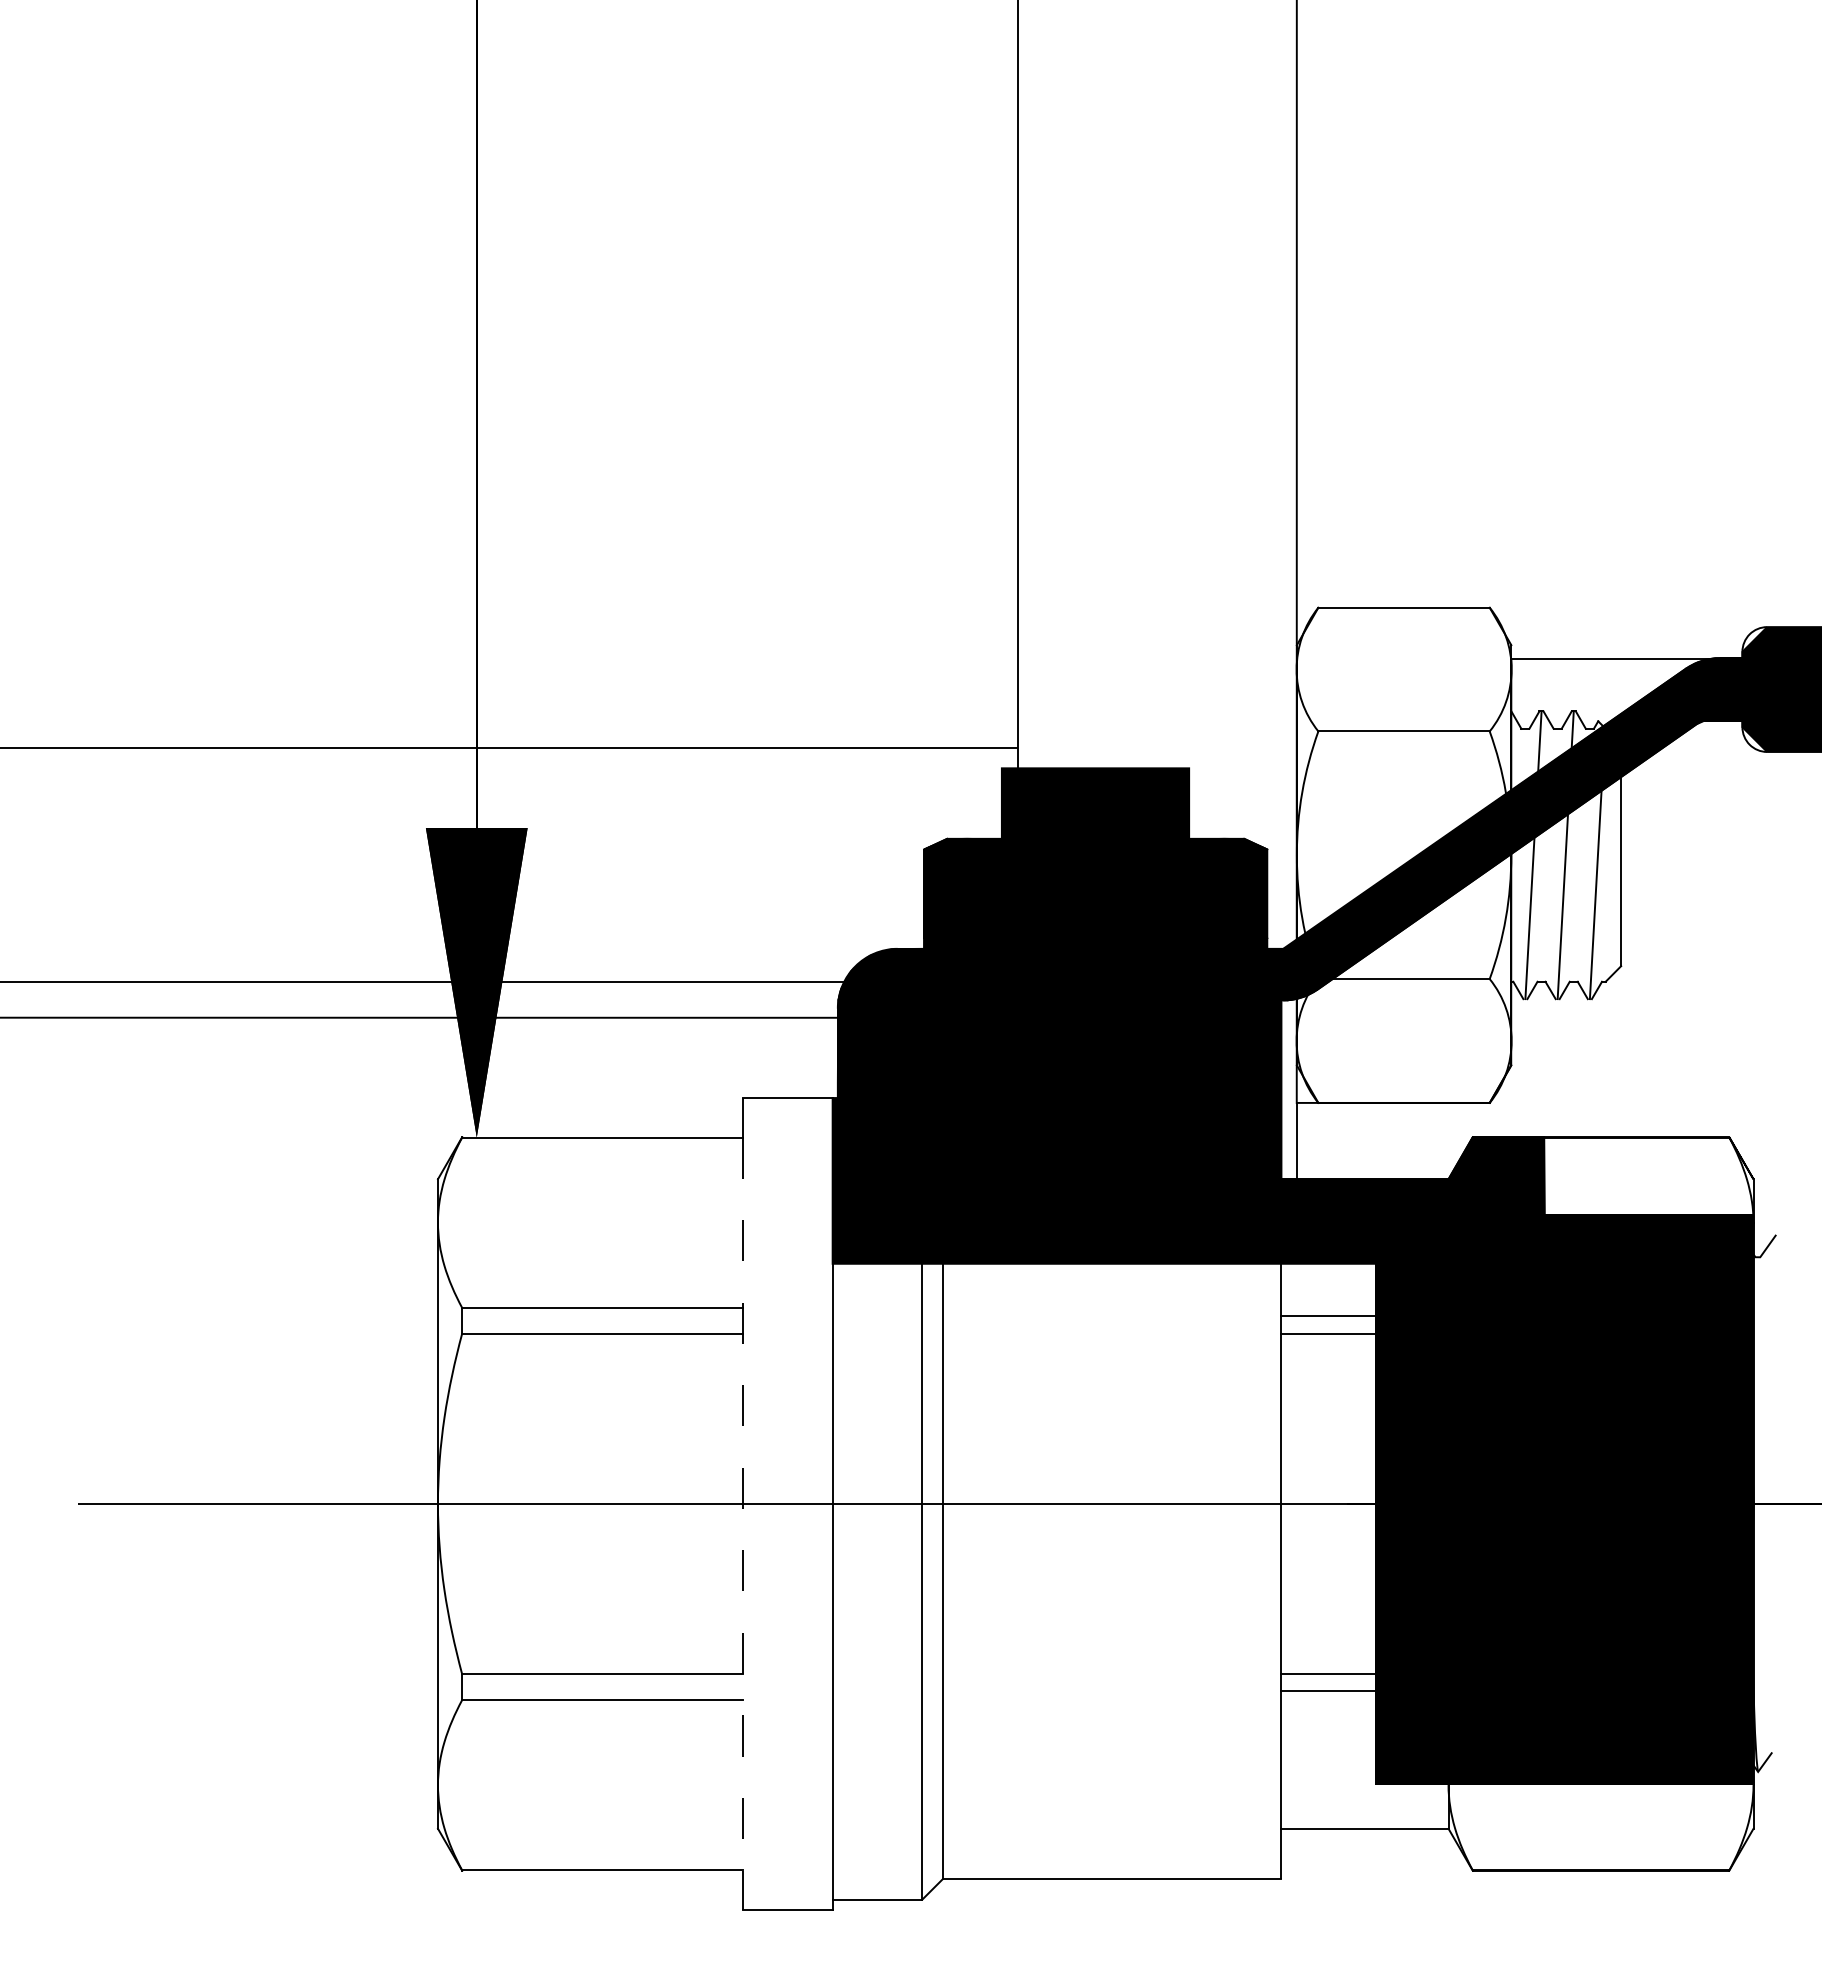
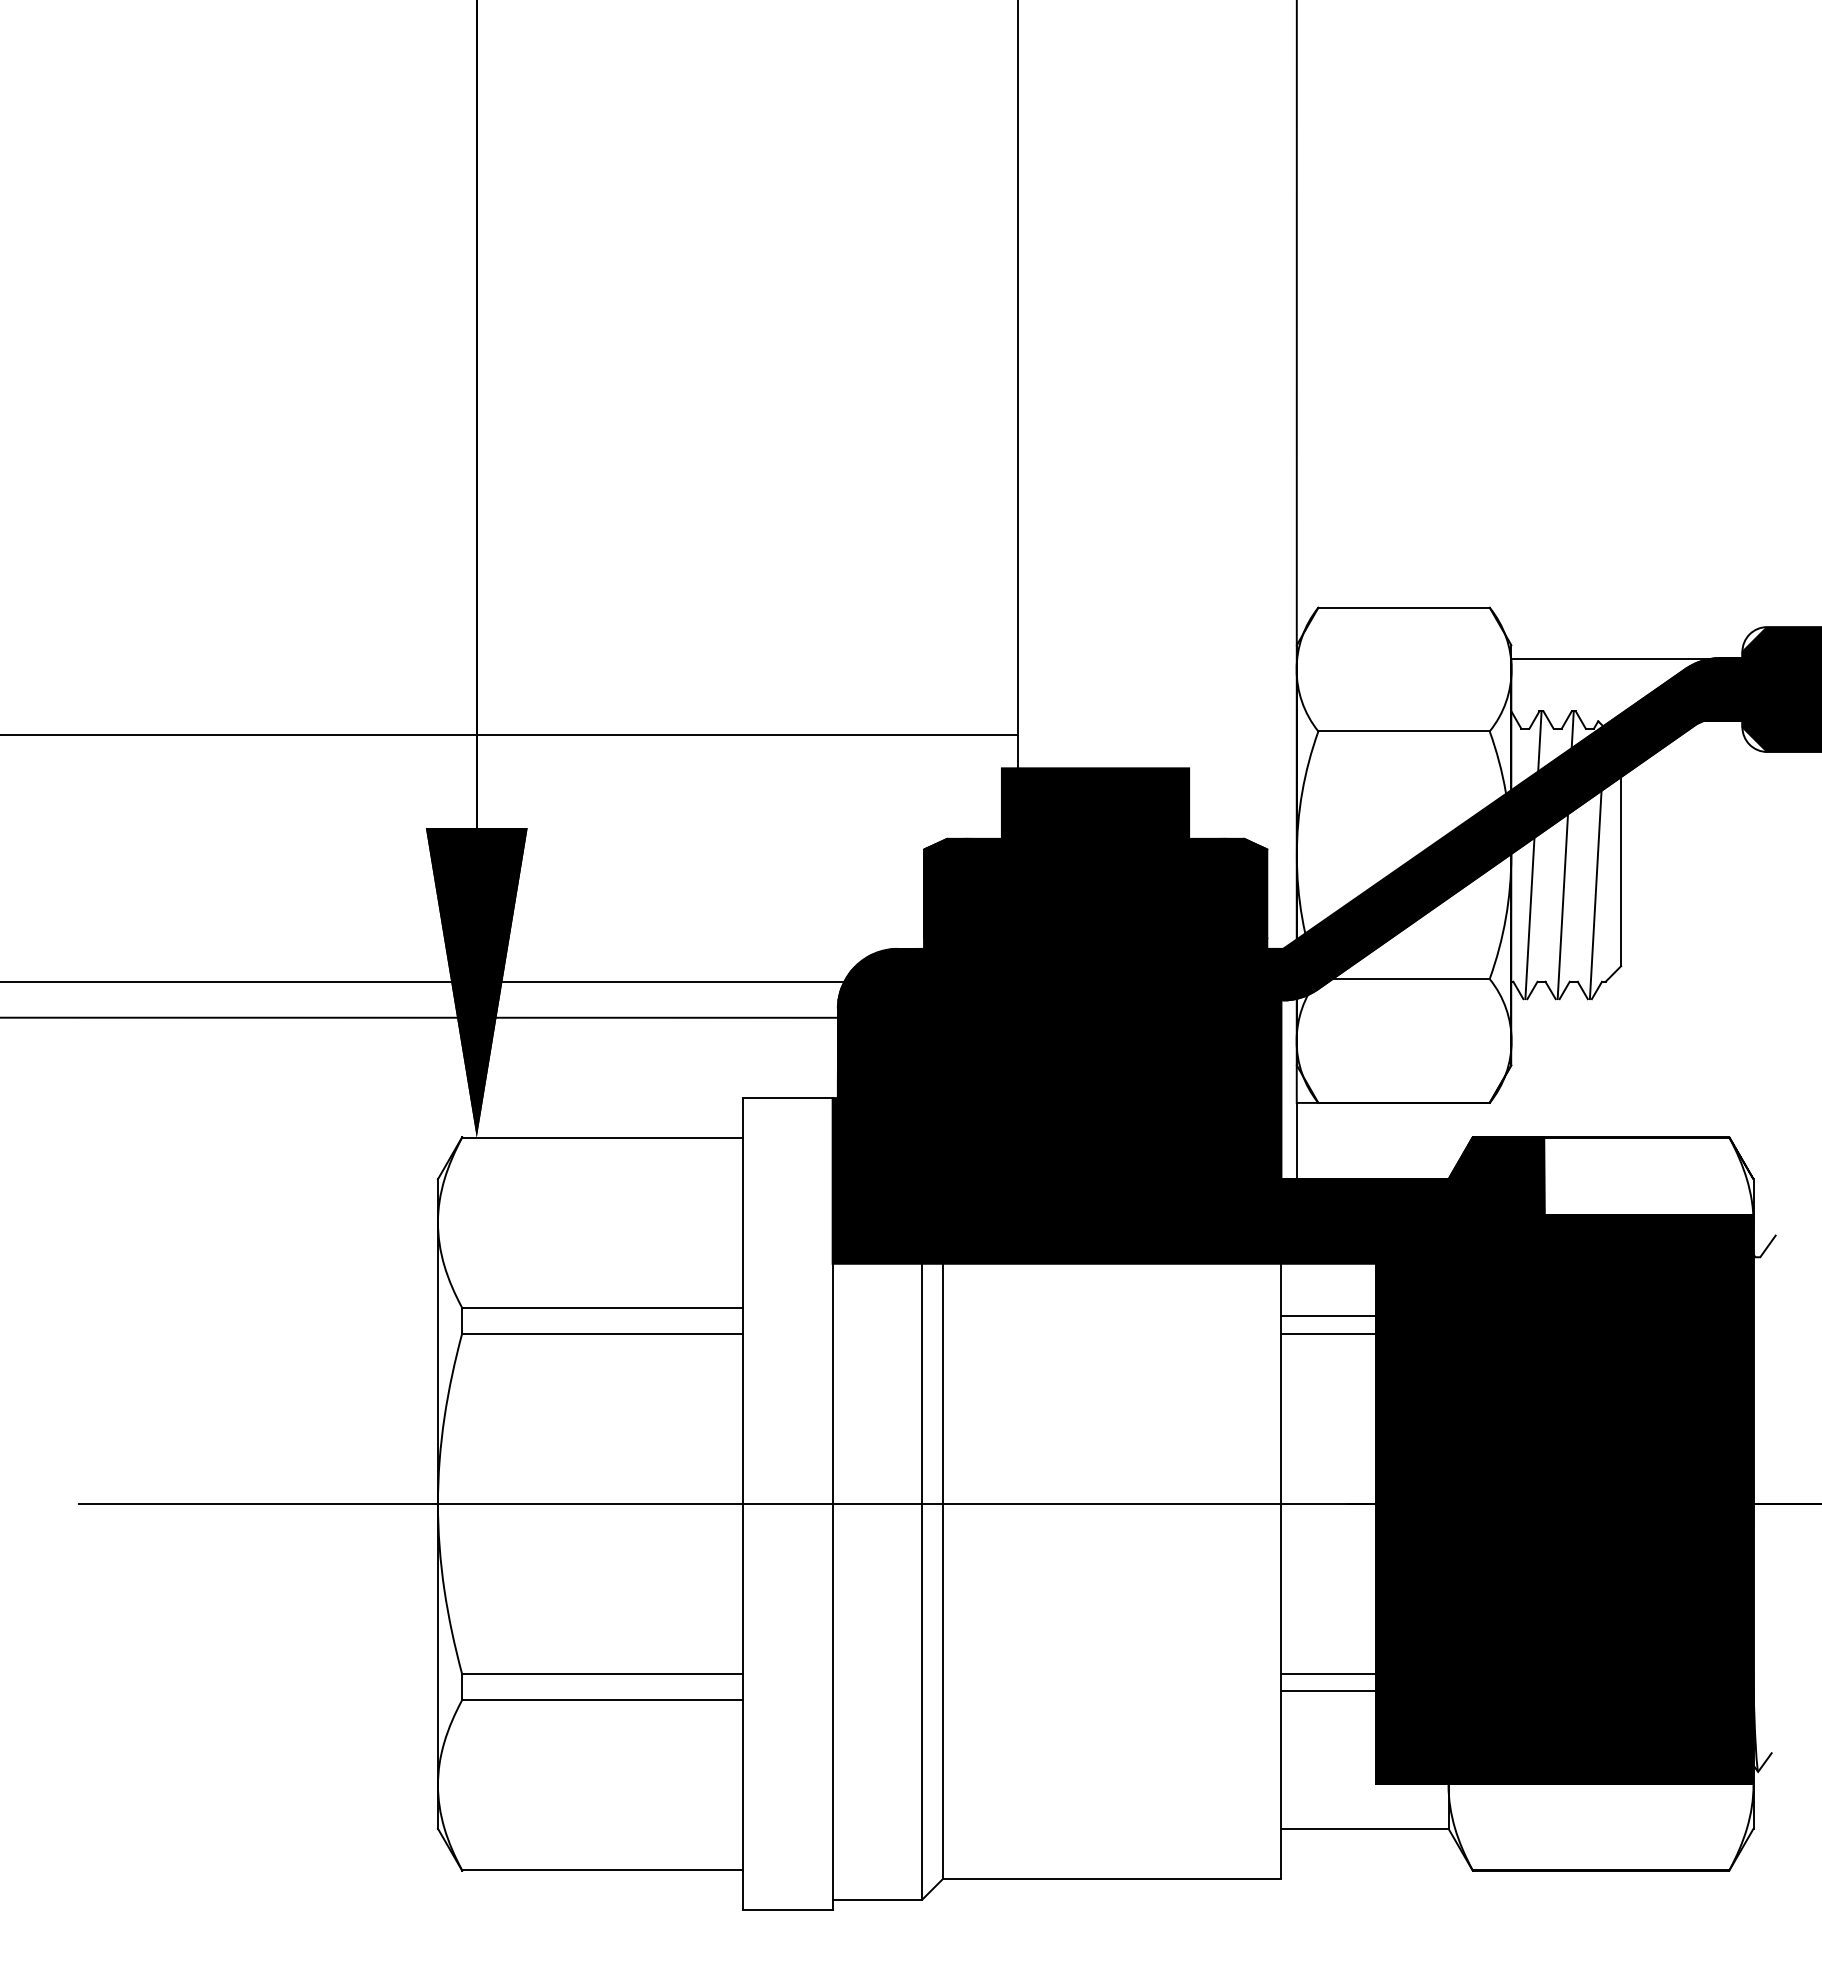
line at (509, 748) position: (509, 748) -> (509, 735)
line at (742, 1504): dashed -> solid
